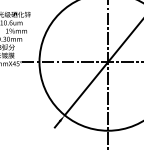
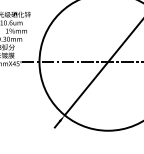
line at (108, 75): present -> none
